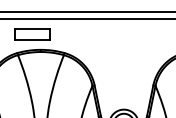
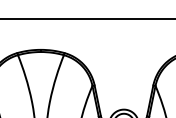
line at (87, 12): present -> none
part at (32, 34): present -> none
